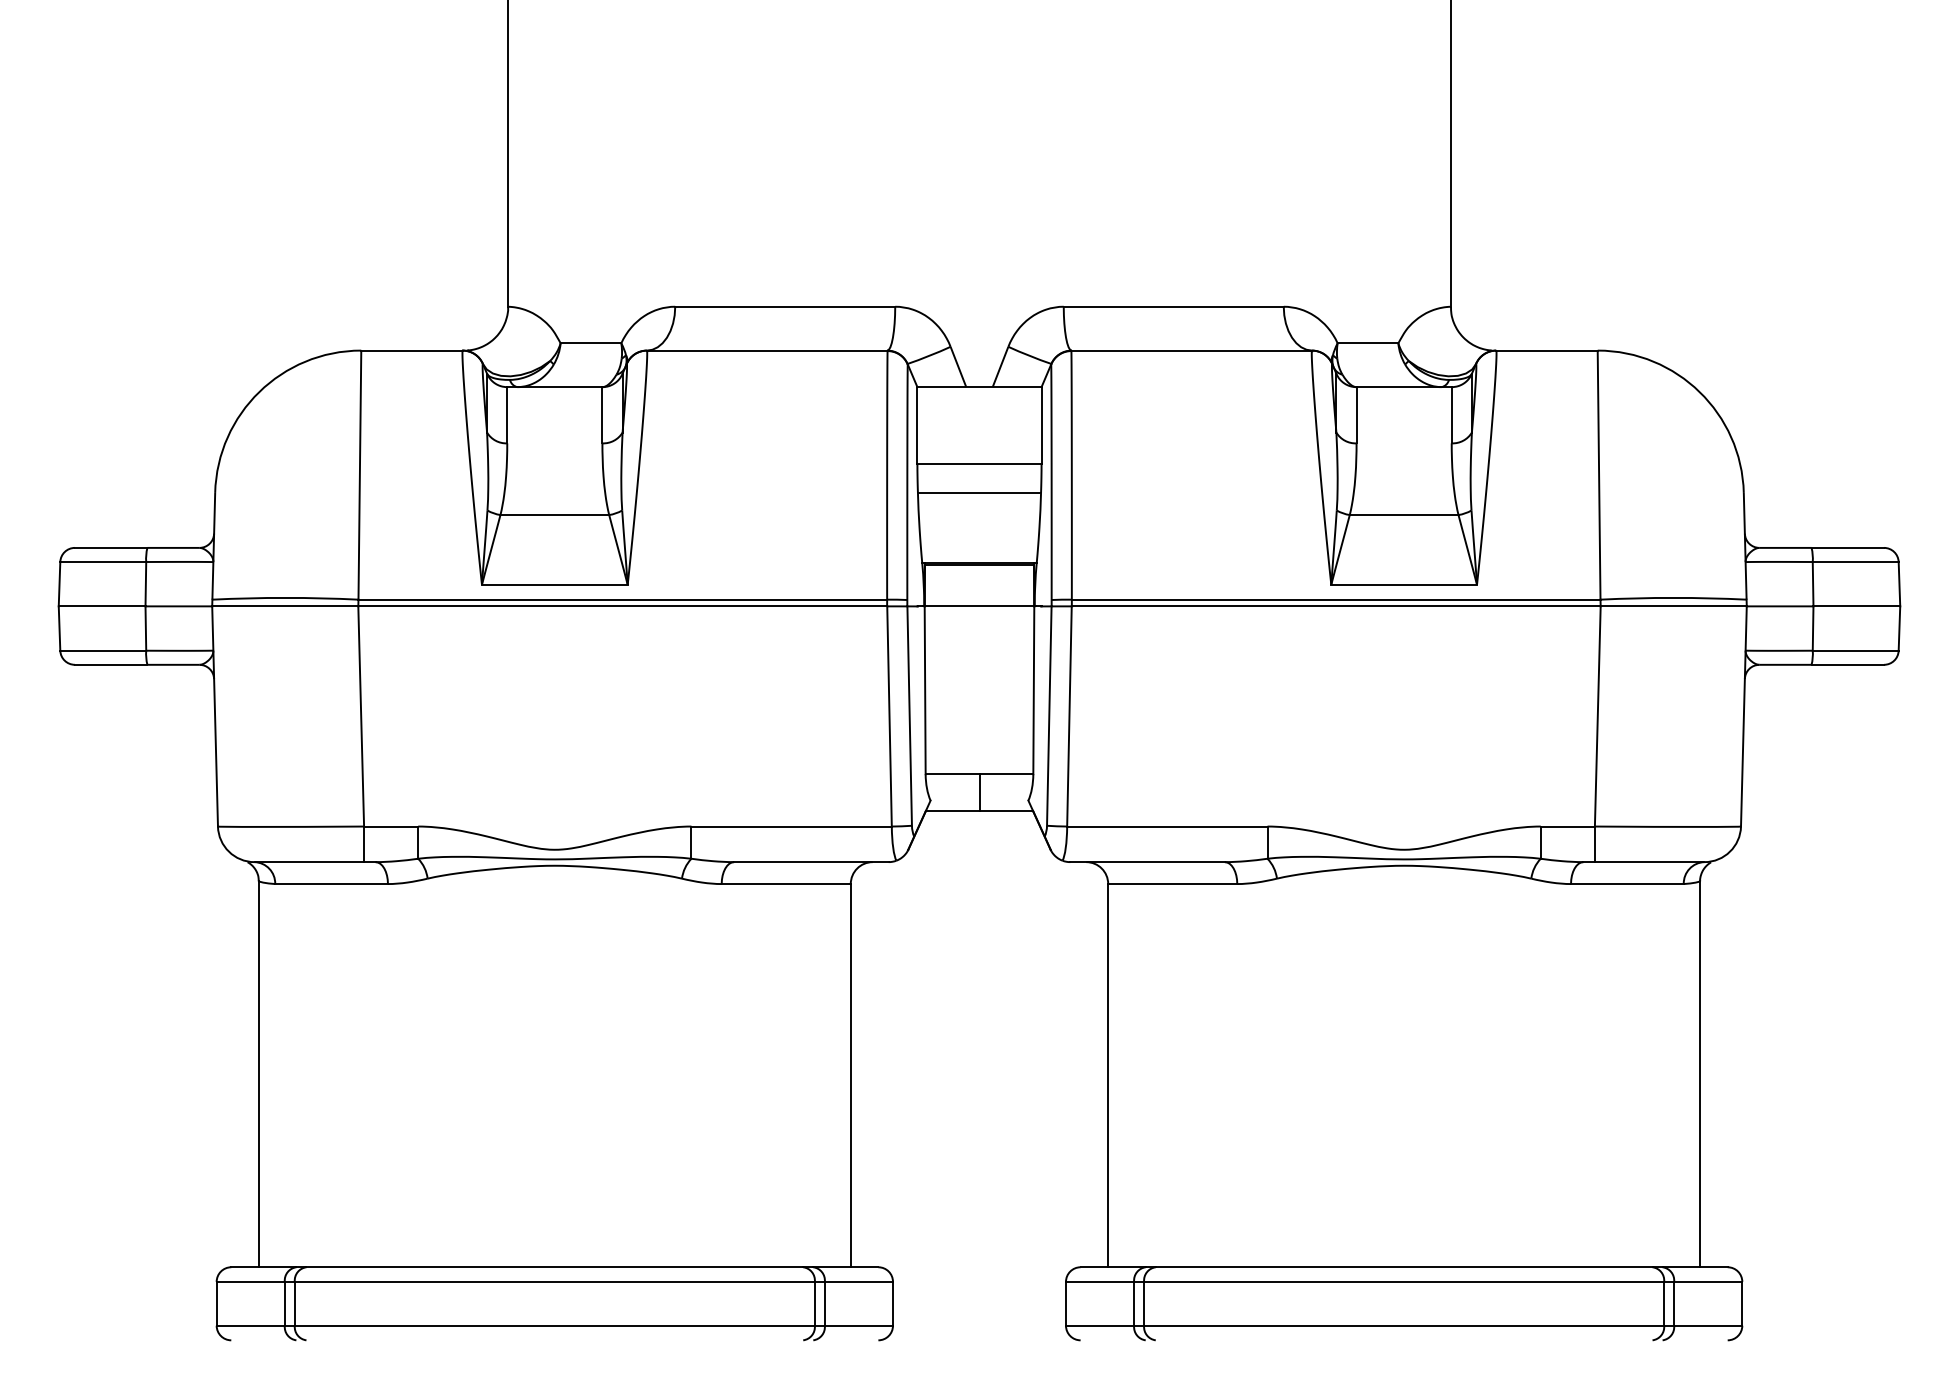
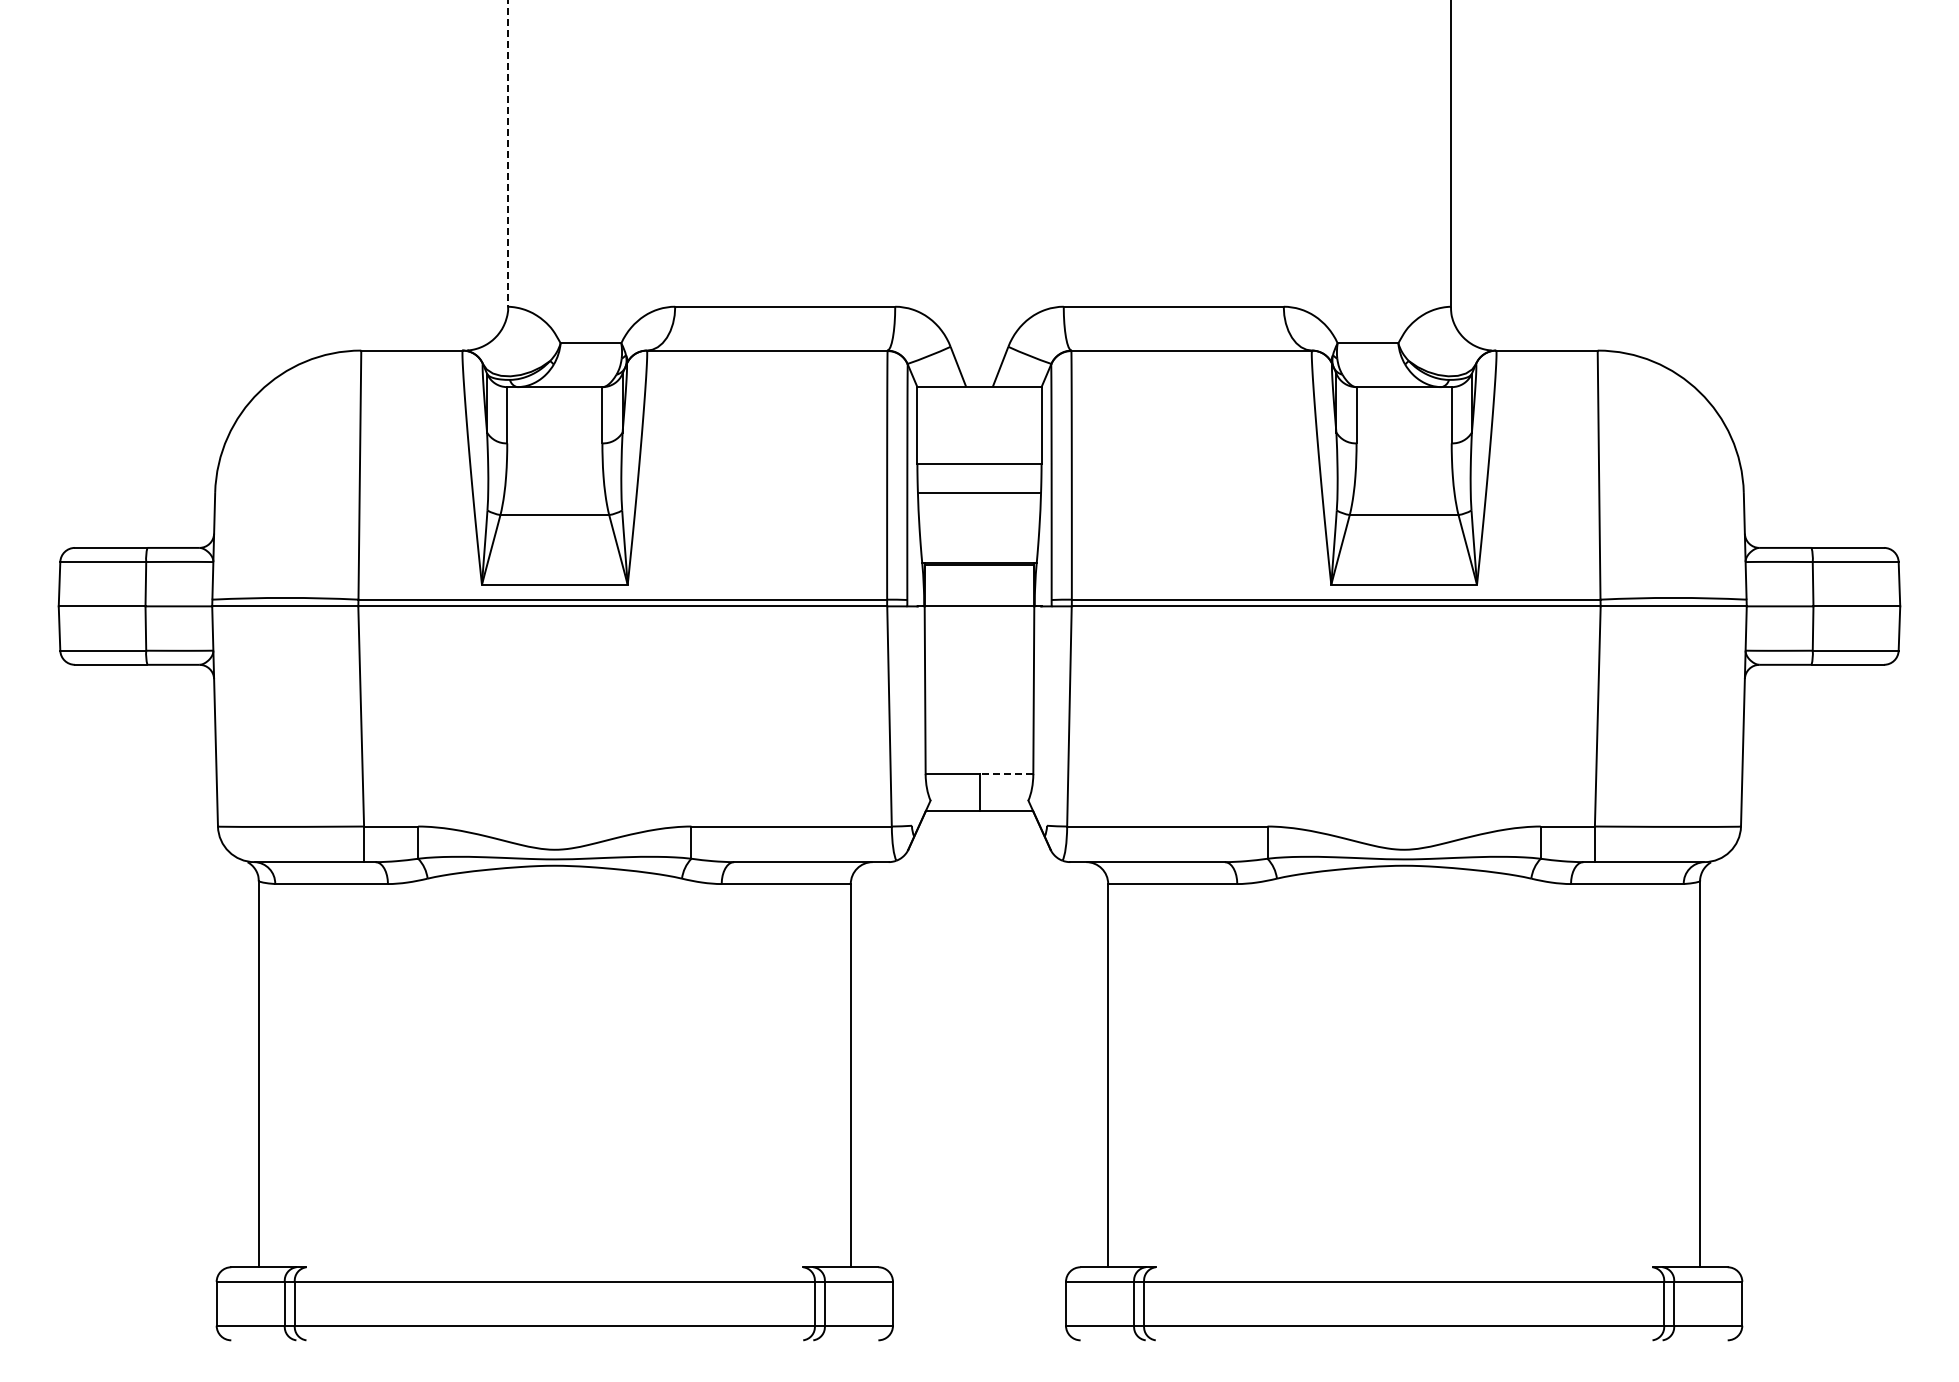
line at (508, 153): solid -> dashed
line at (909, 715): present -> none
line at (1049, 715): present -> none
line at (1006, 774): solid -> dashed
line at (554, 1267): present -> none
line at (1403, 1267): present -> none
